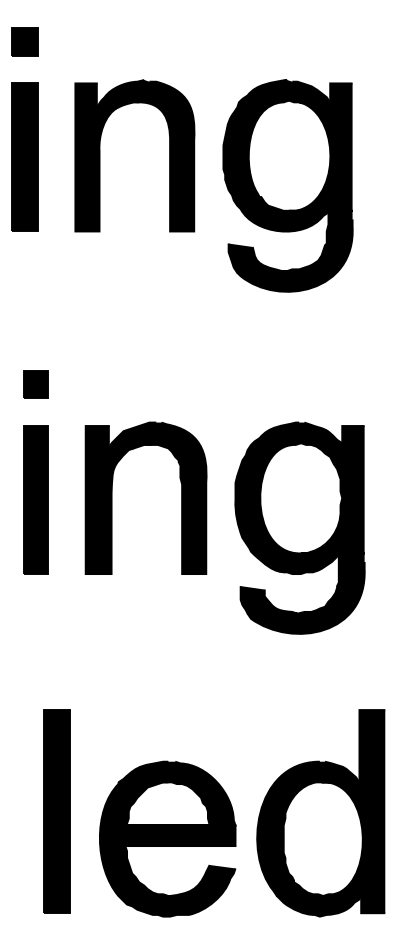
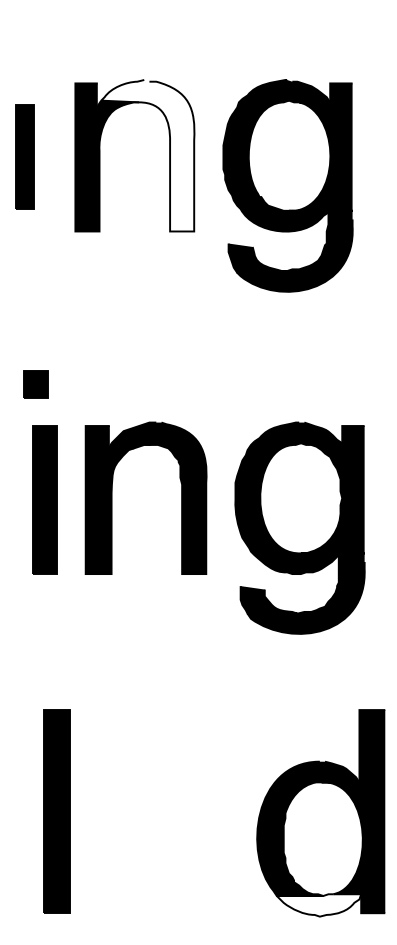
part at (24, 41): present -> none
fill at (147, 155): present -> none
part at (24, 156) size: 28x150 px -> 20x106 px
part at (35, 499) position: (35, 499) -> (44, 499)
part at (167, 838): present -> none
fill at (318, 905): present -> none
